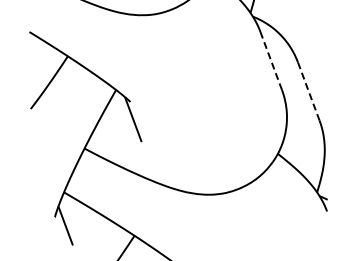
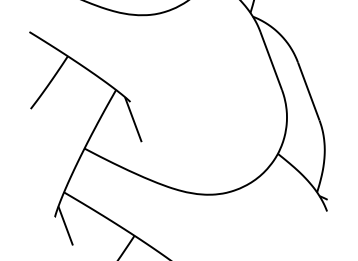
line at (271, 61): dashed -> solid
line at (308, 91): dashed -> solid
